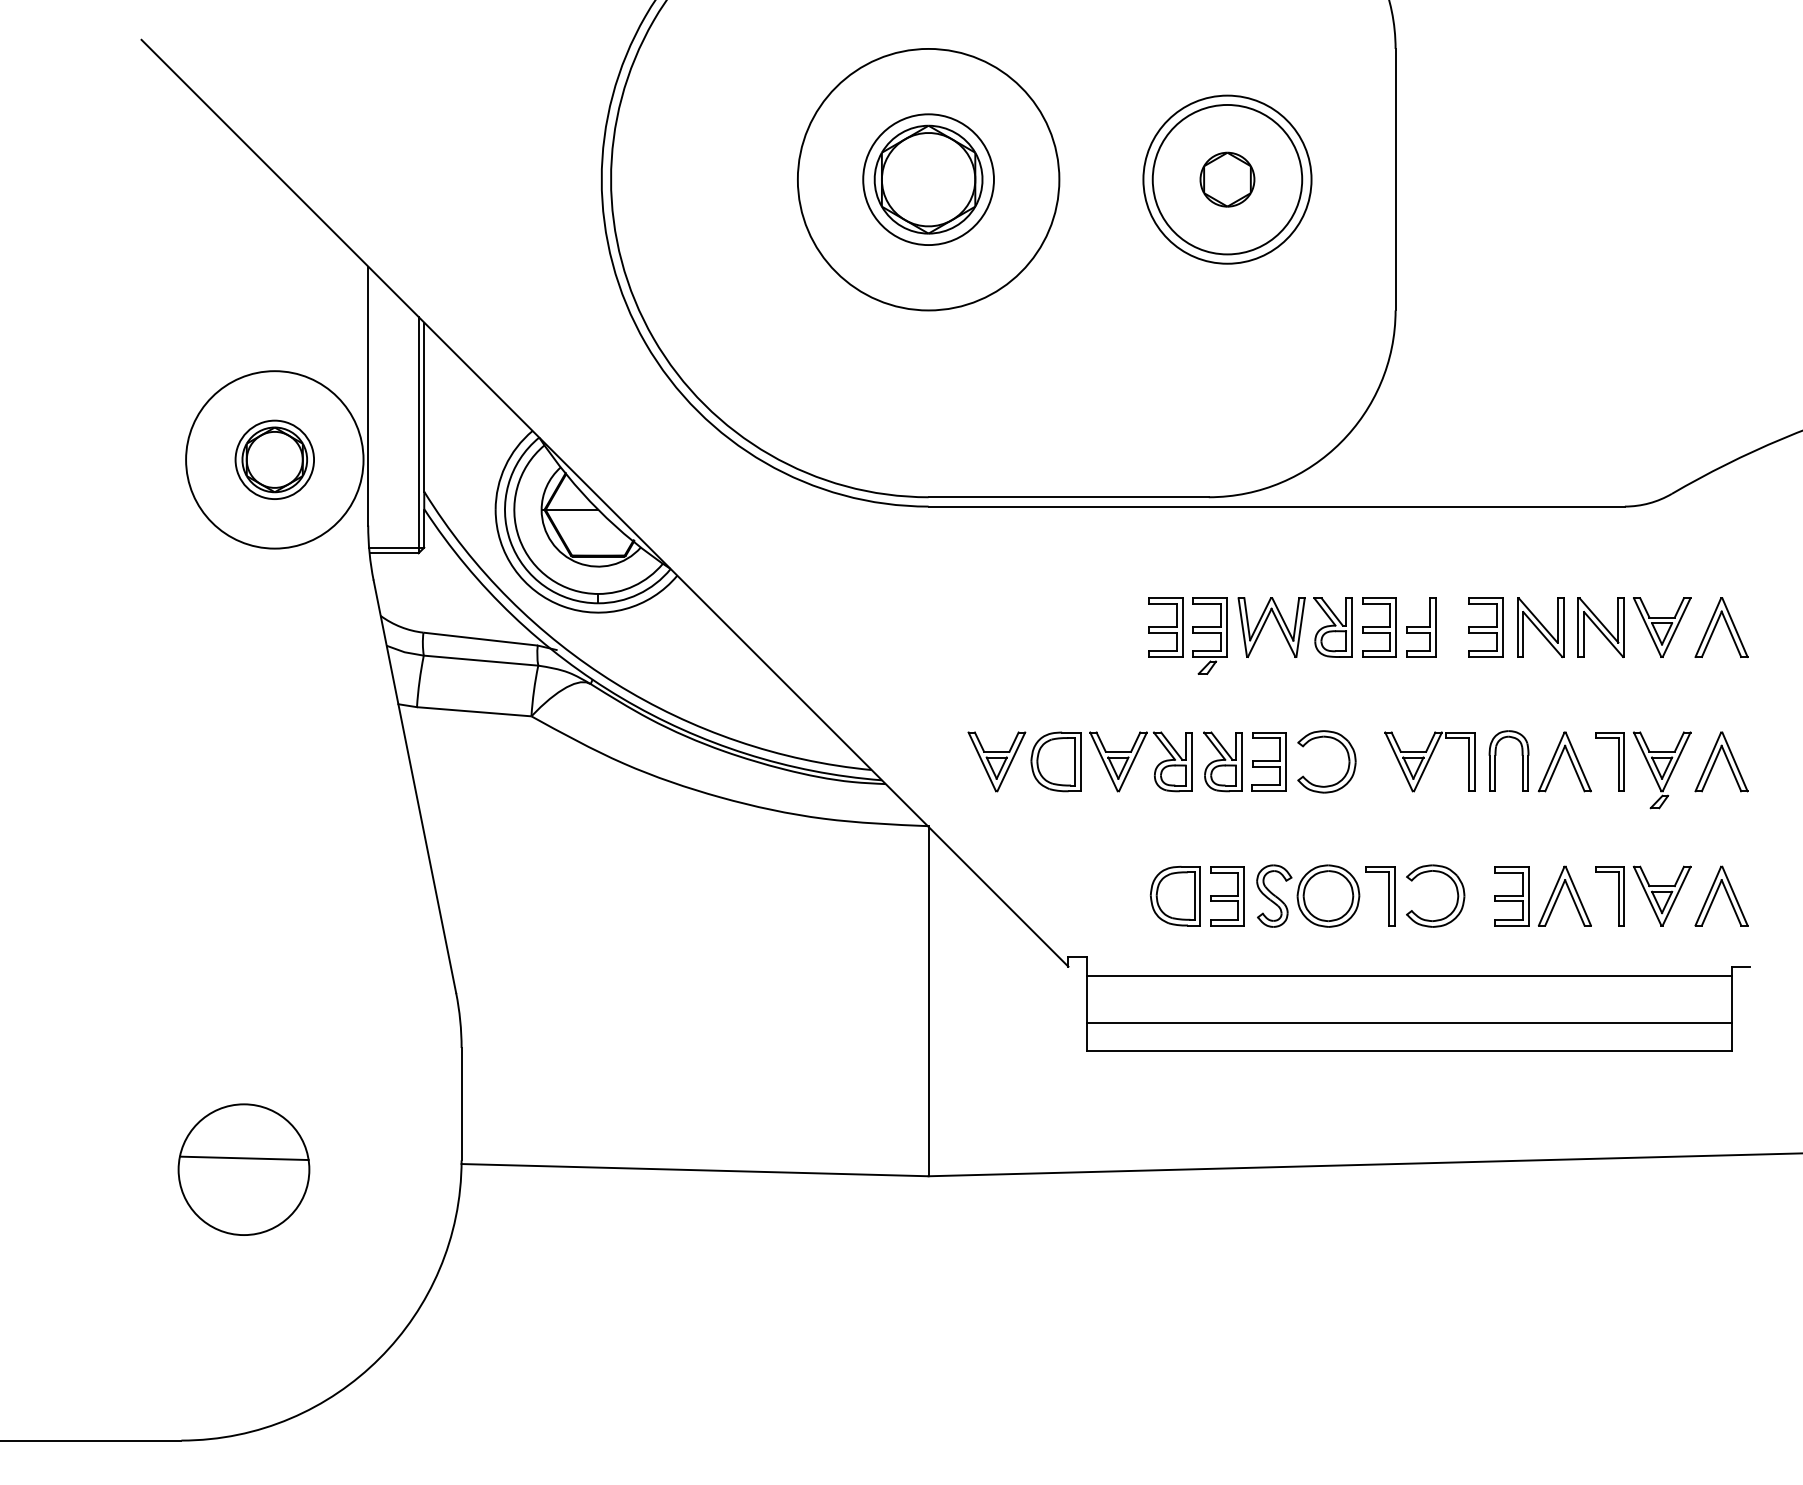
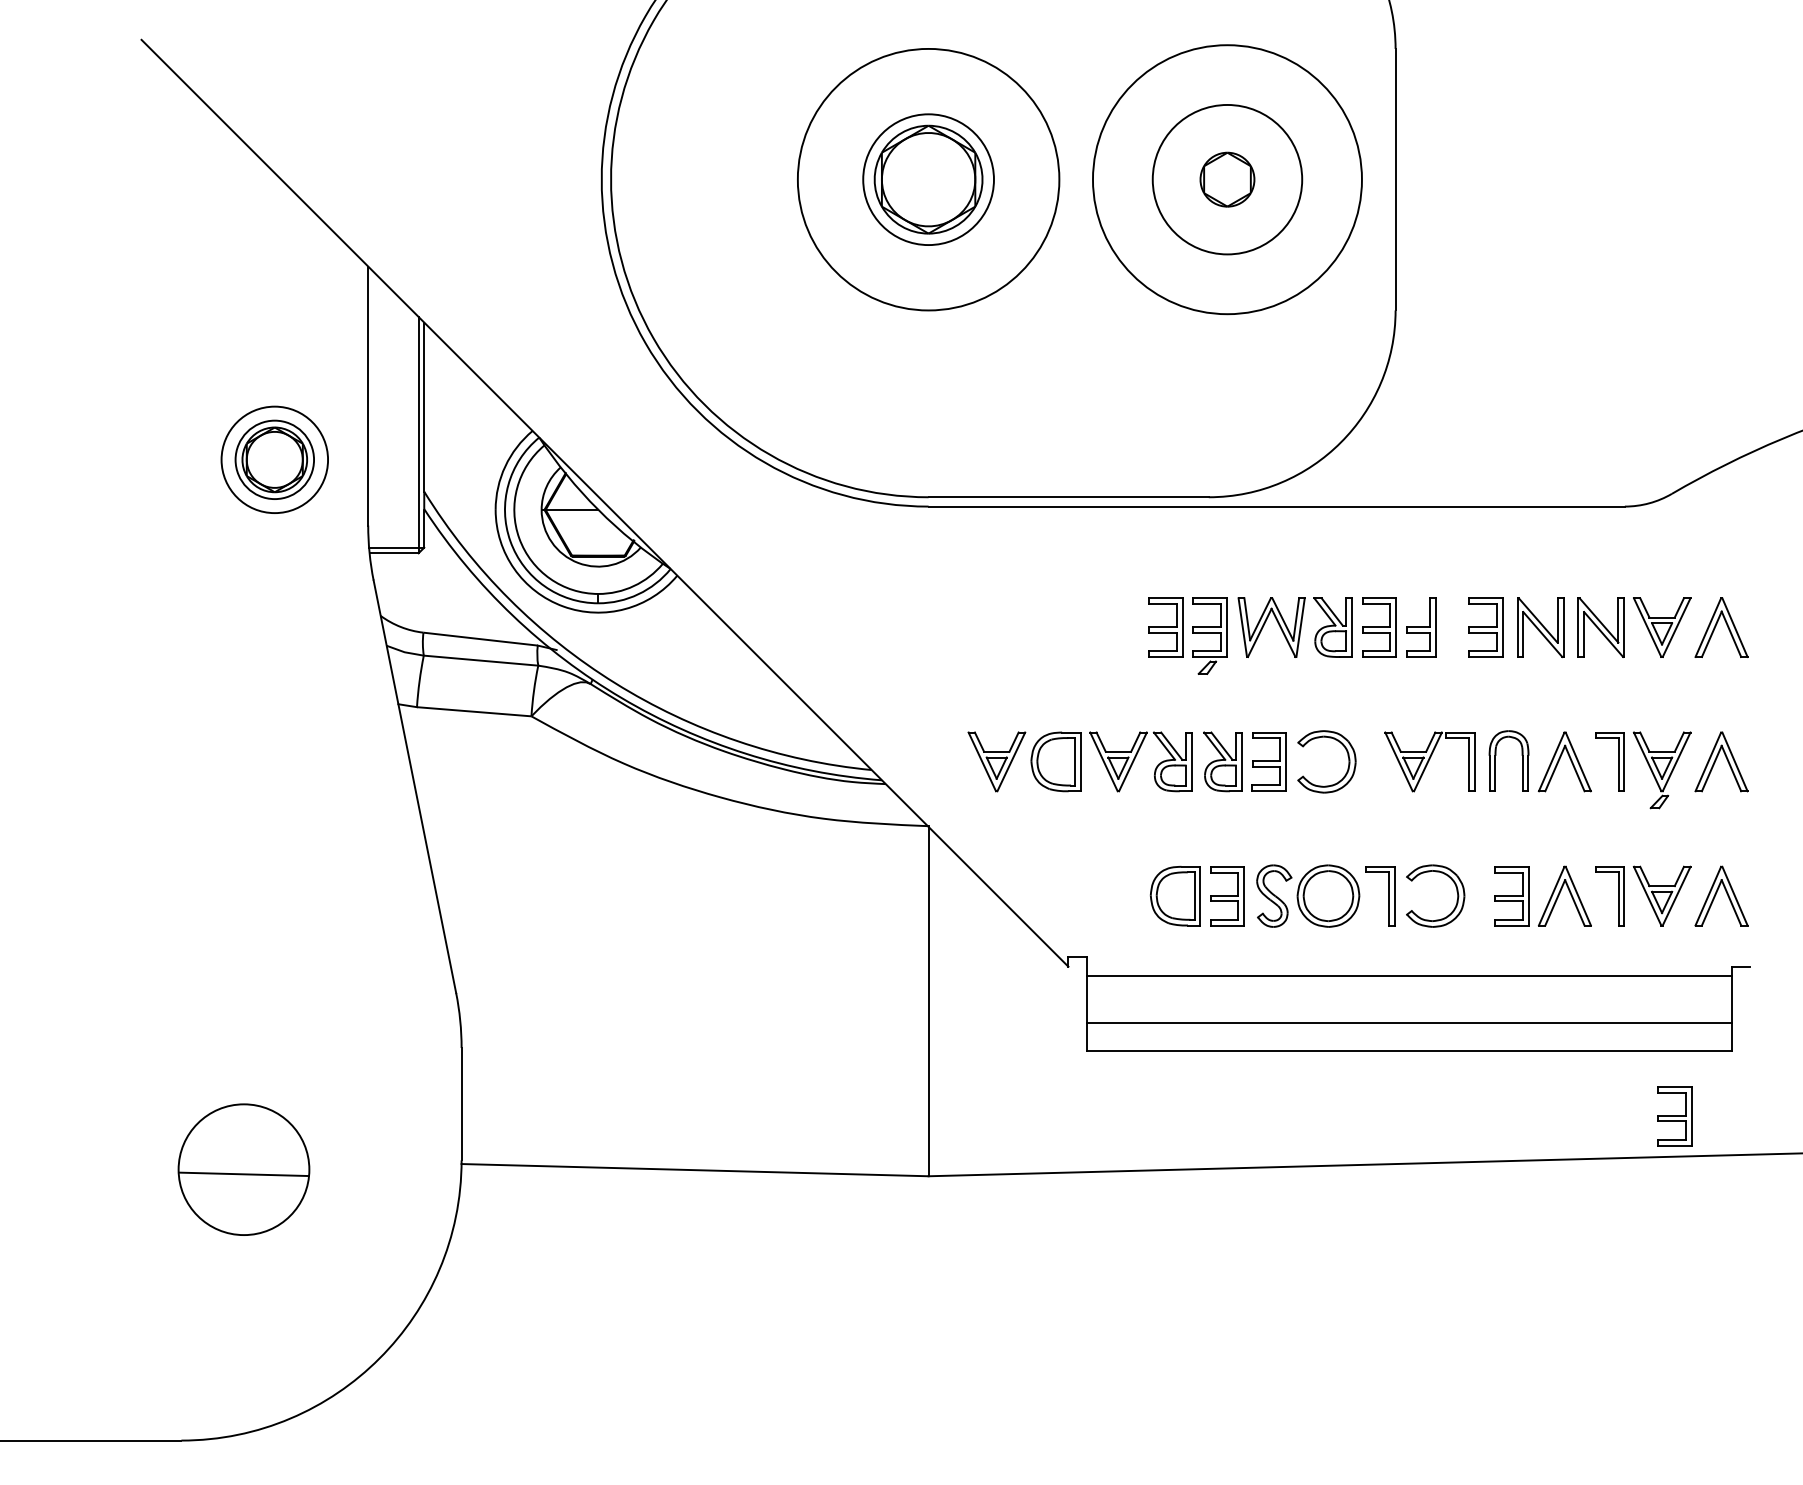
circle at (1227, 179) diameter: 168 px -> 269 px
circle at (274, 459) diameter: 177 px -> 106 px
part at (1674, 1116): none -> present
line at (243, 1158) position: (243, 1158) -> (243, 1174)
